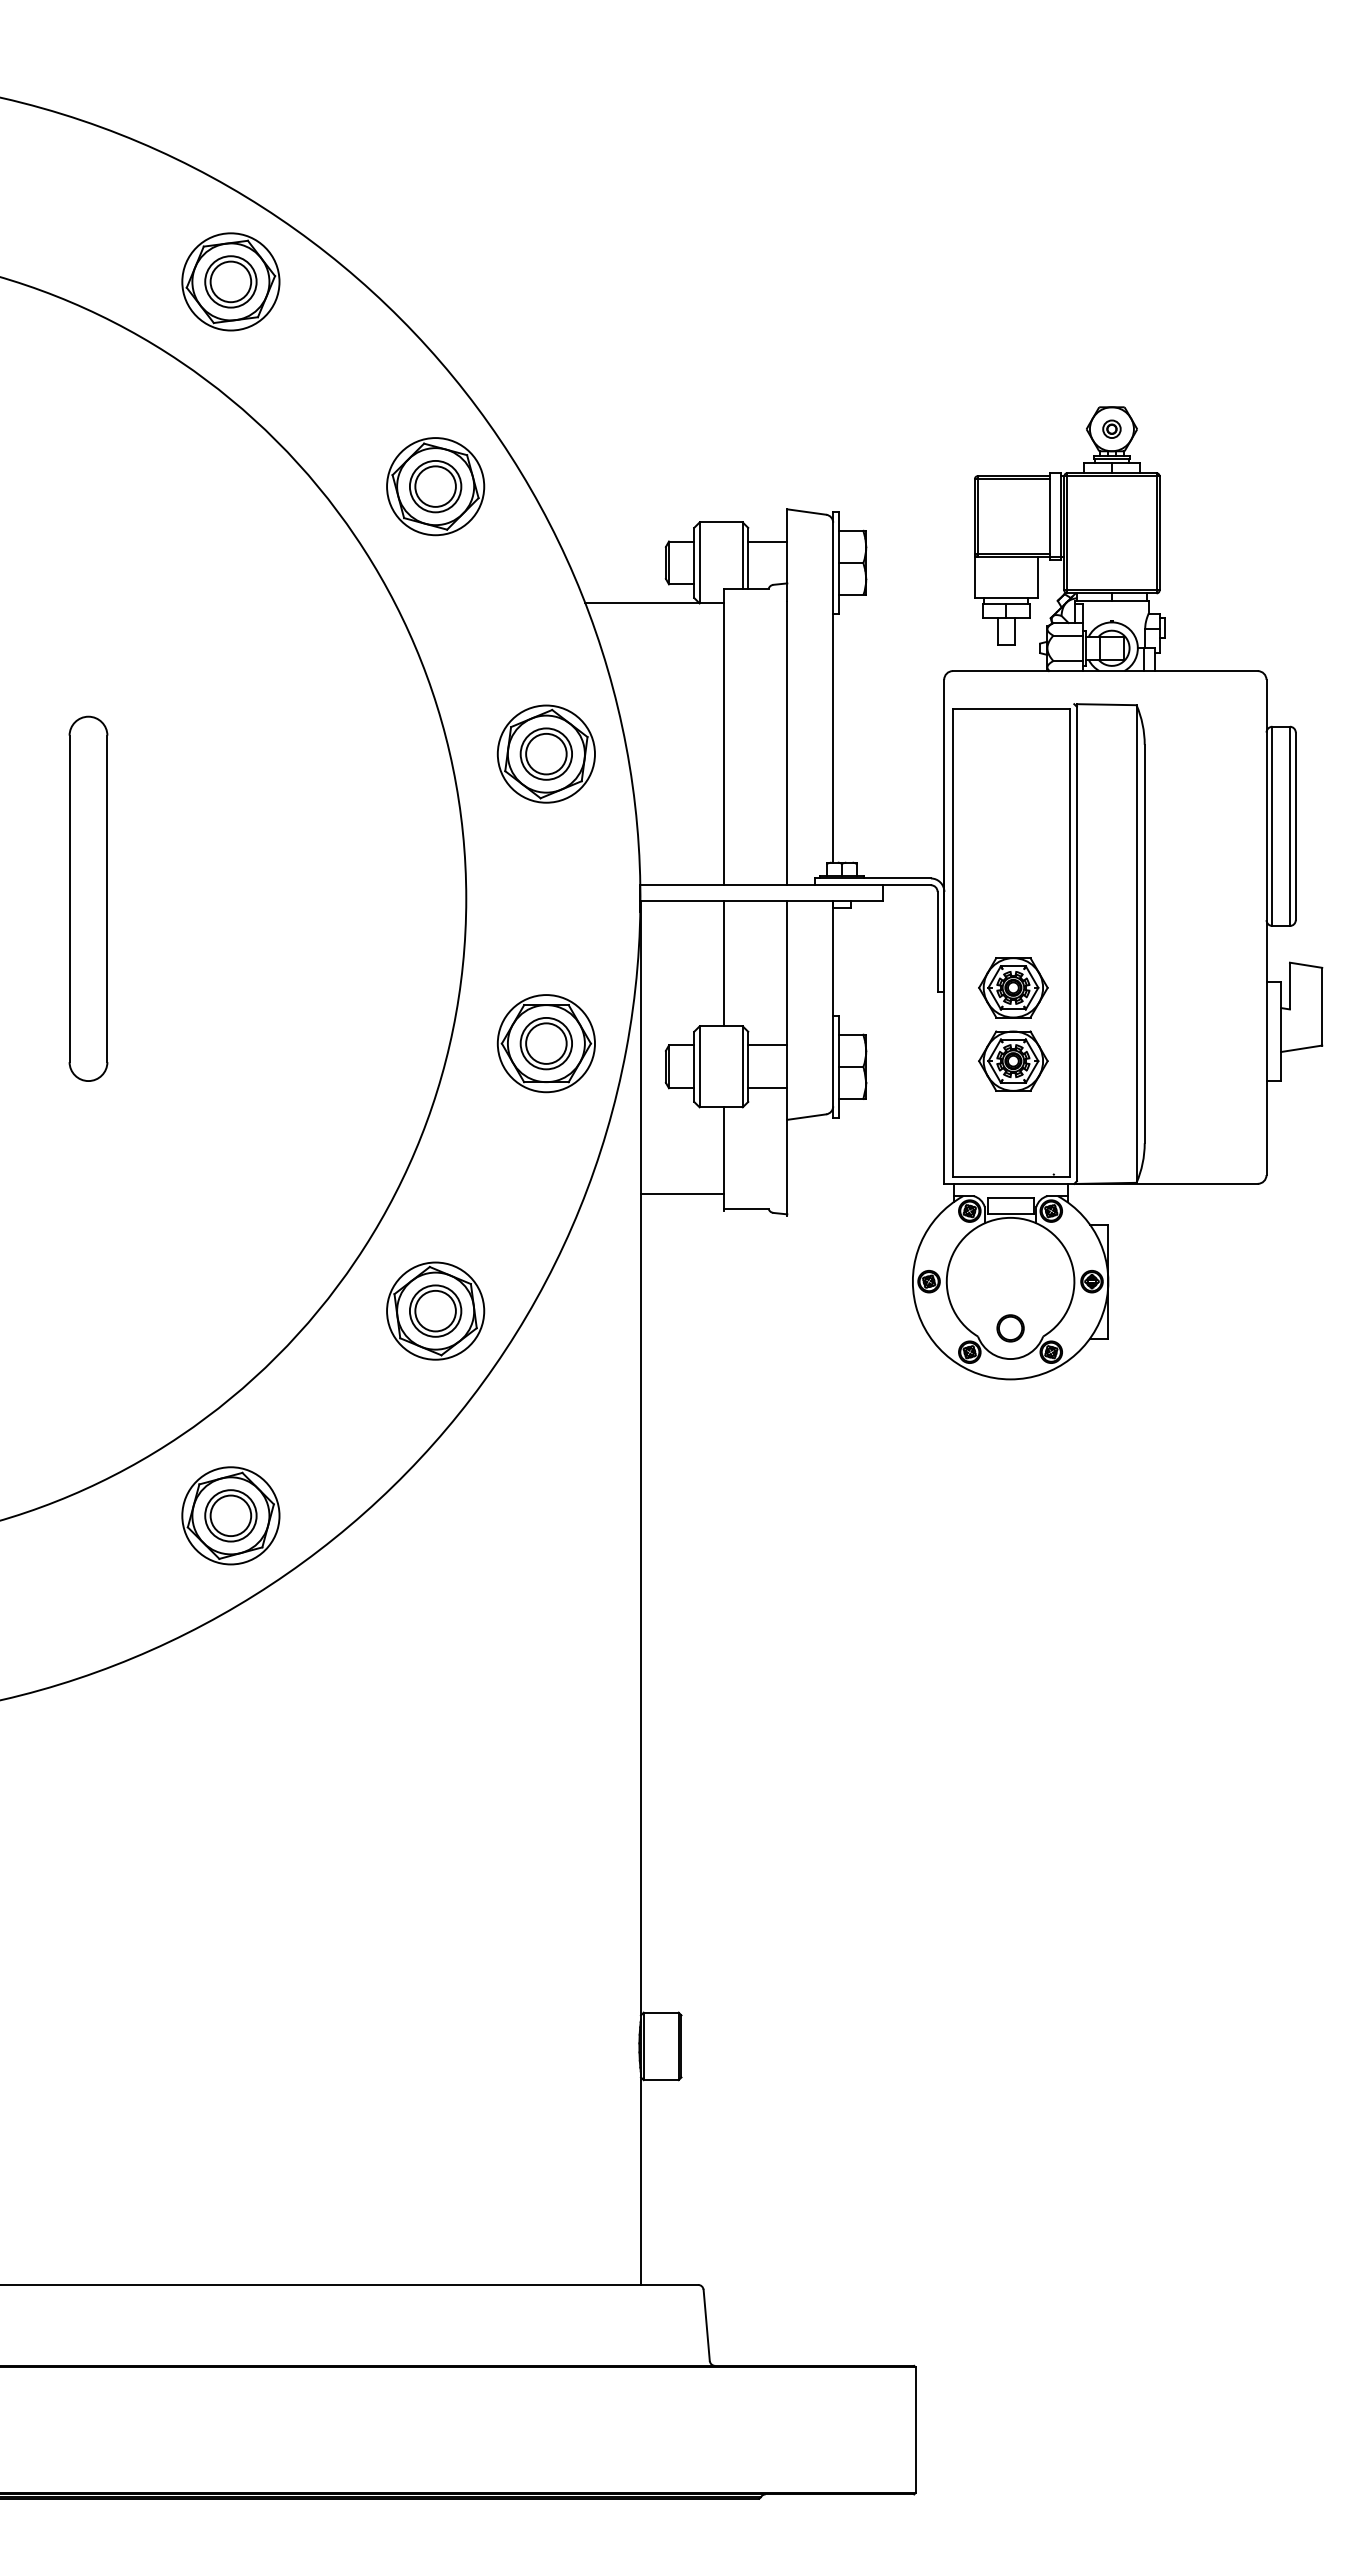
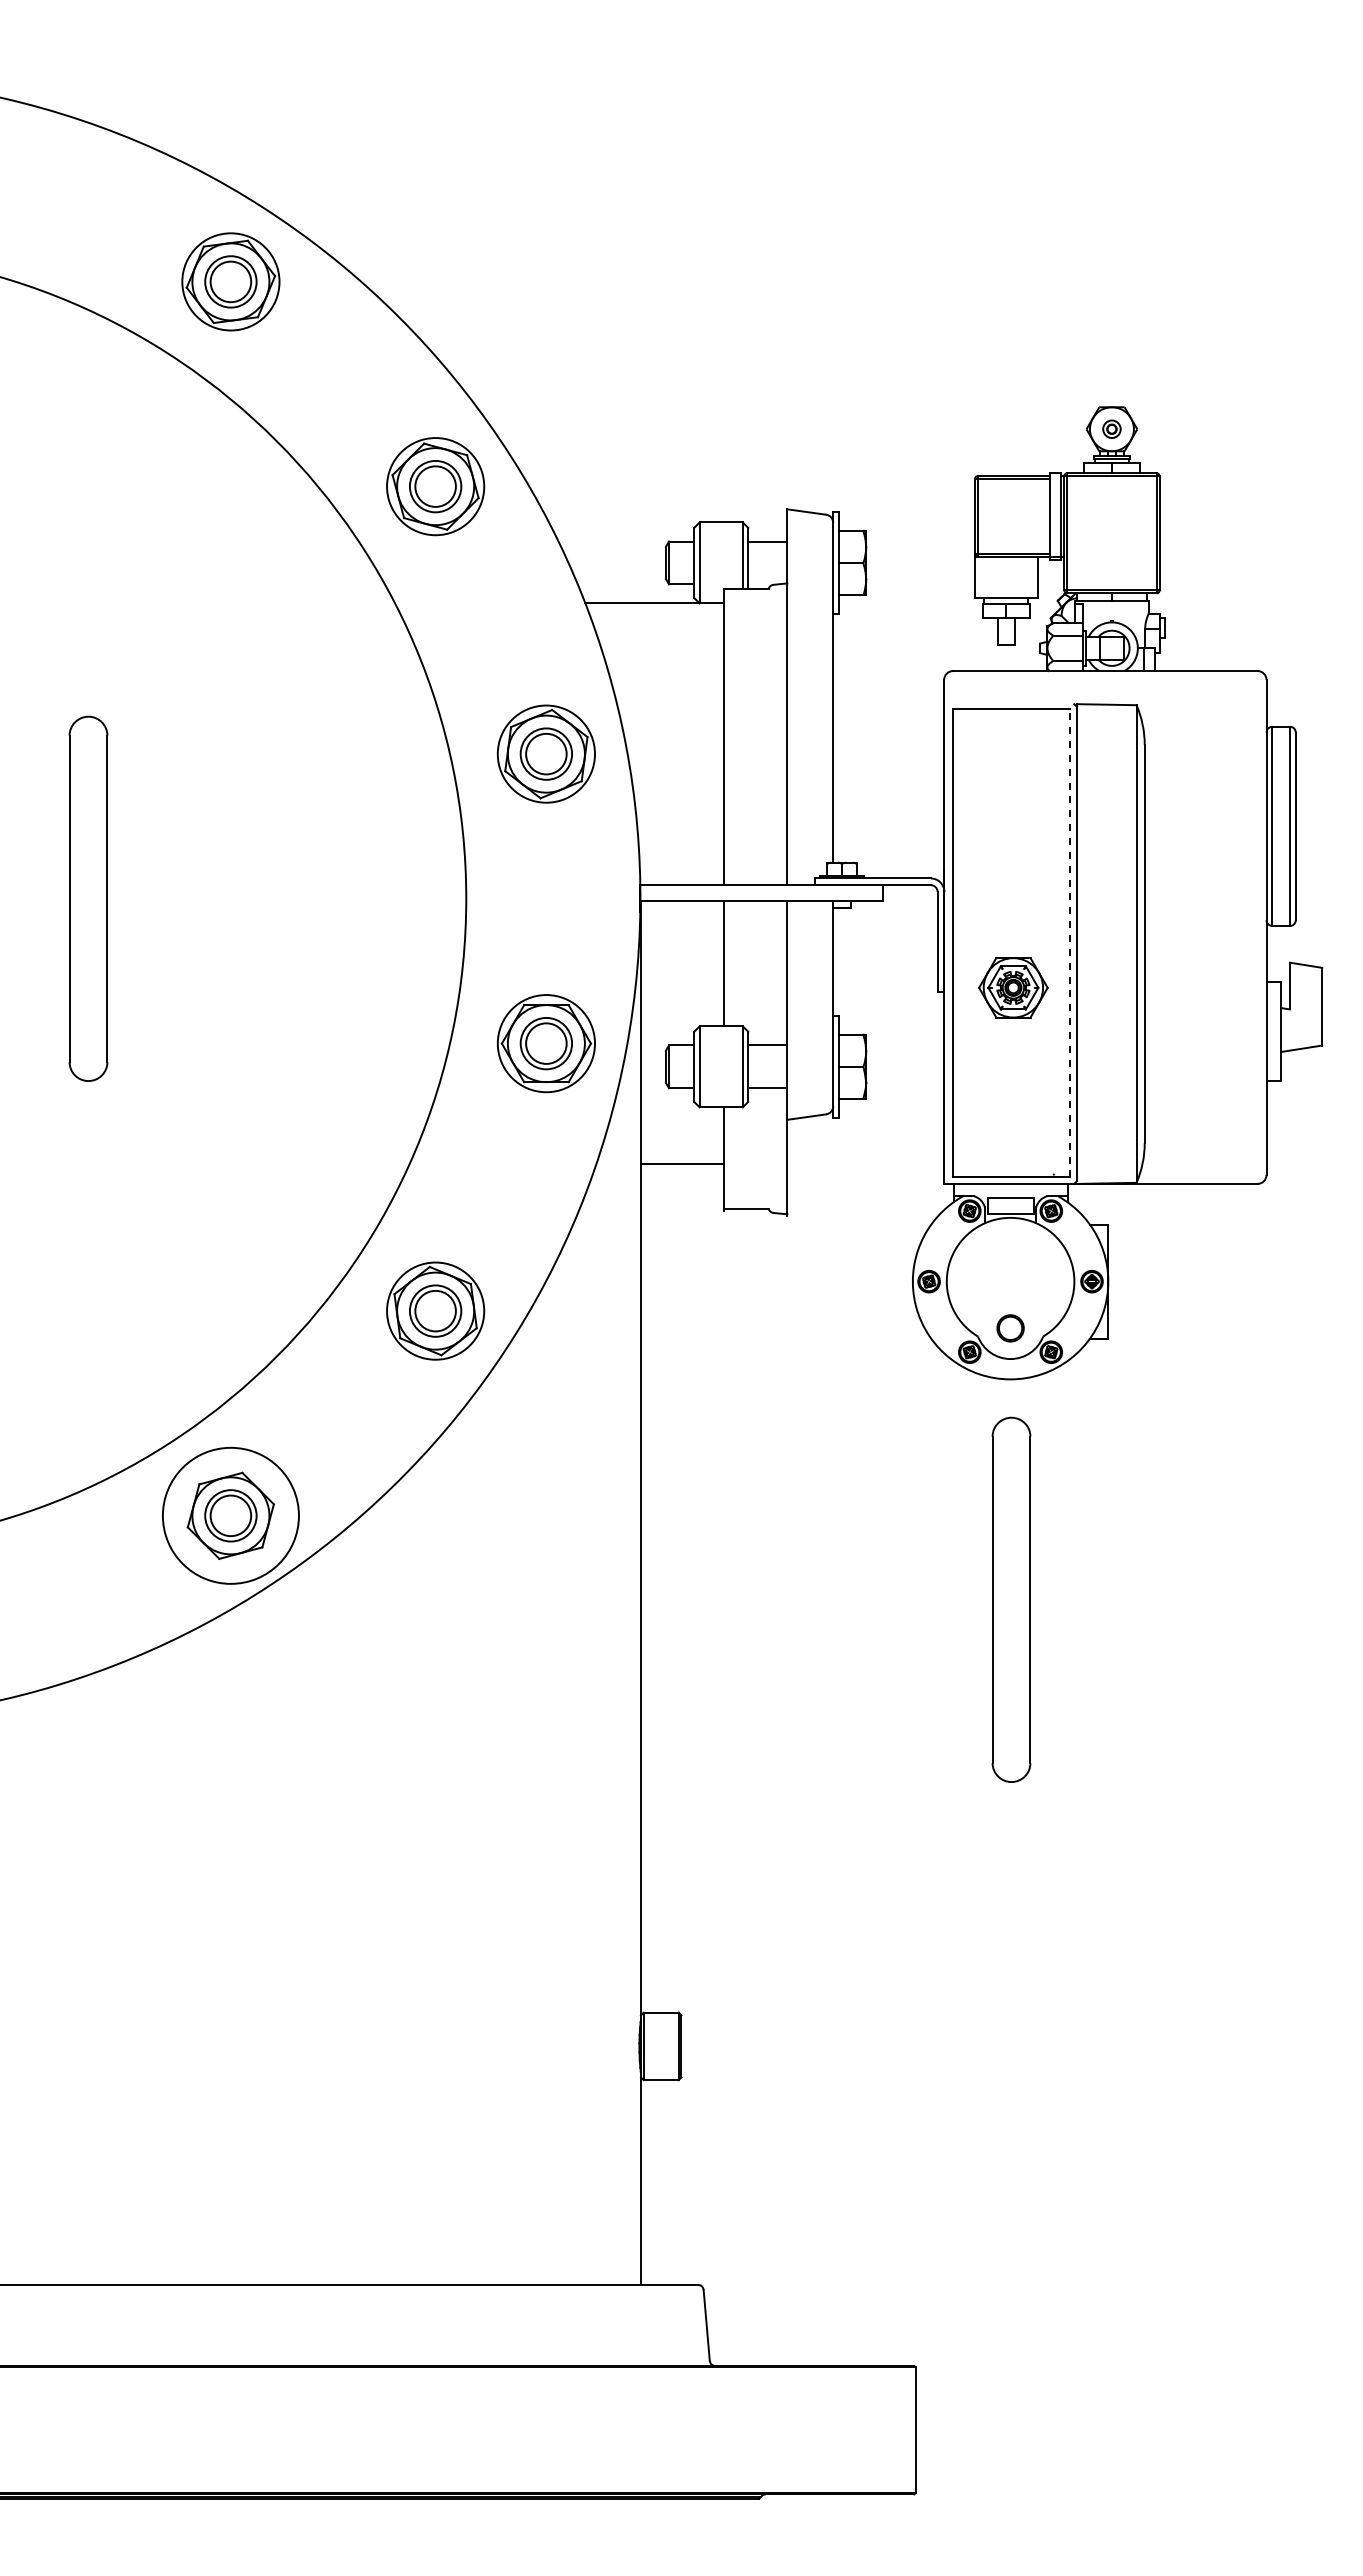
line at (1070, 942): solid -> dashed
part at (1013, 1060): present -> none
line at (682, 1194) position: (682, 1194) -> (682, 1164)
circle at (230, 1515) diameter: 97 px -> 136 px
part at (1011, 1599): none -> present
